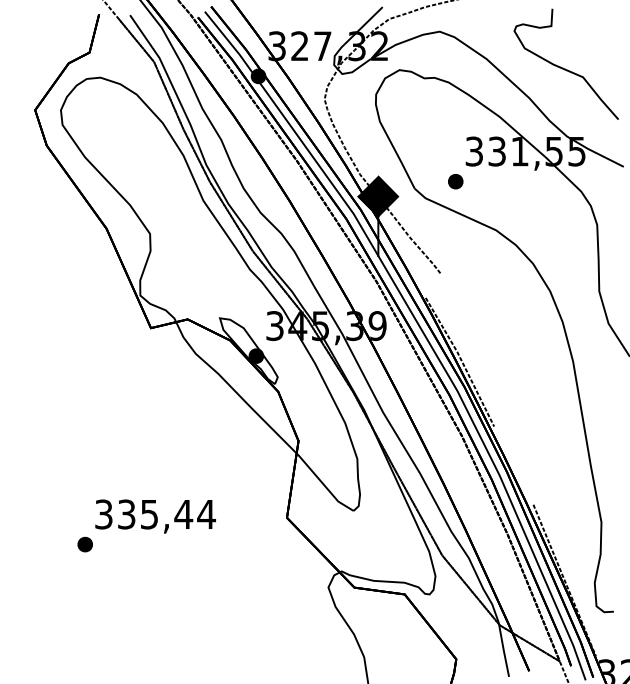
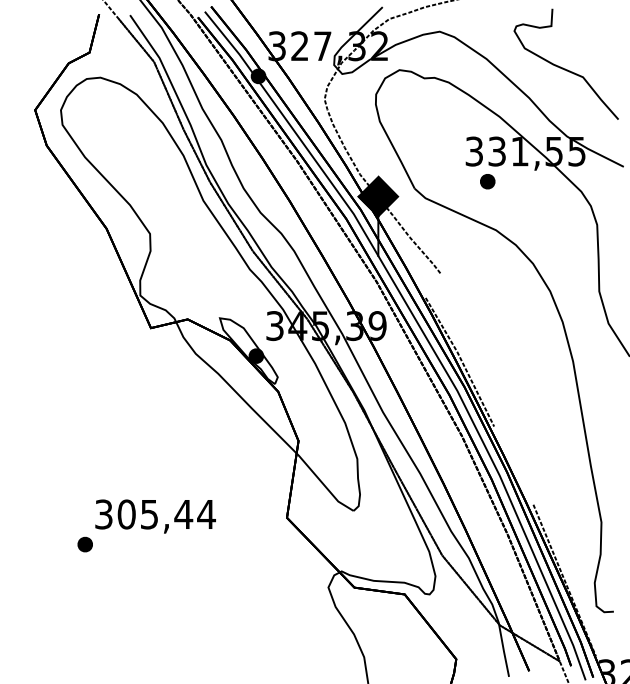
part at (455, 181) position: (455, 181) -> (487, 181)
text at (126, 514): 335,44 -> 305,44
